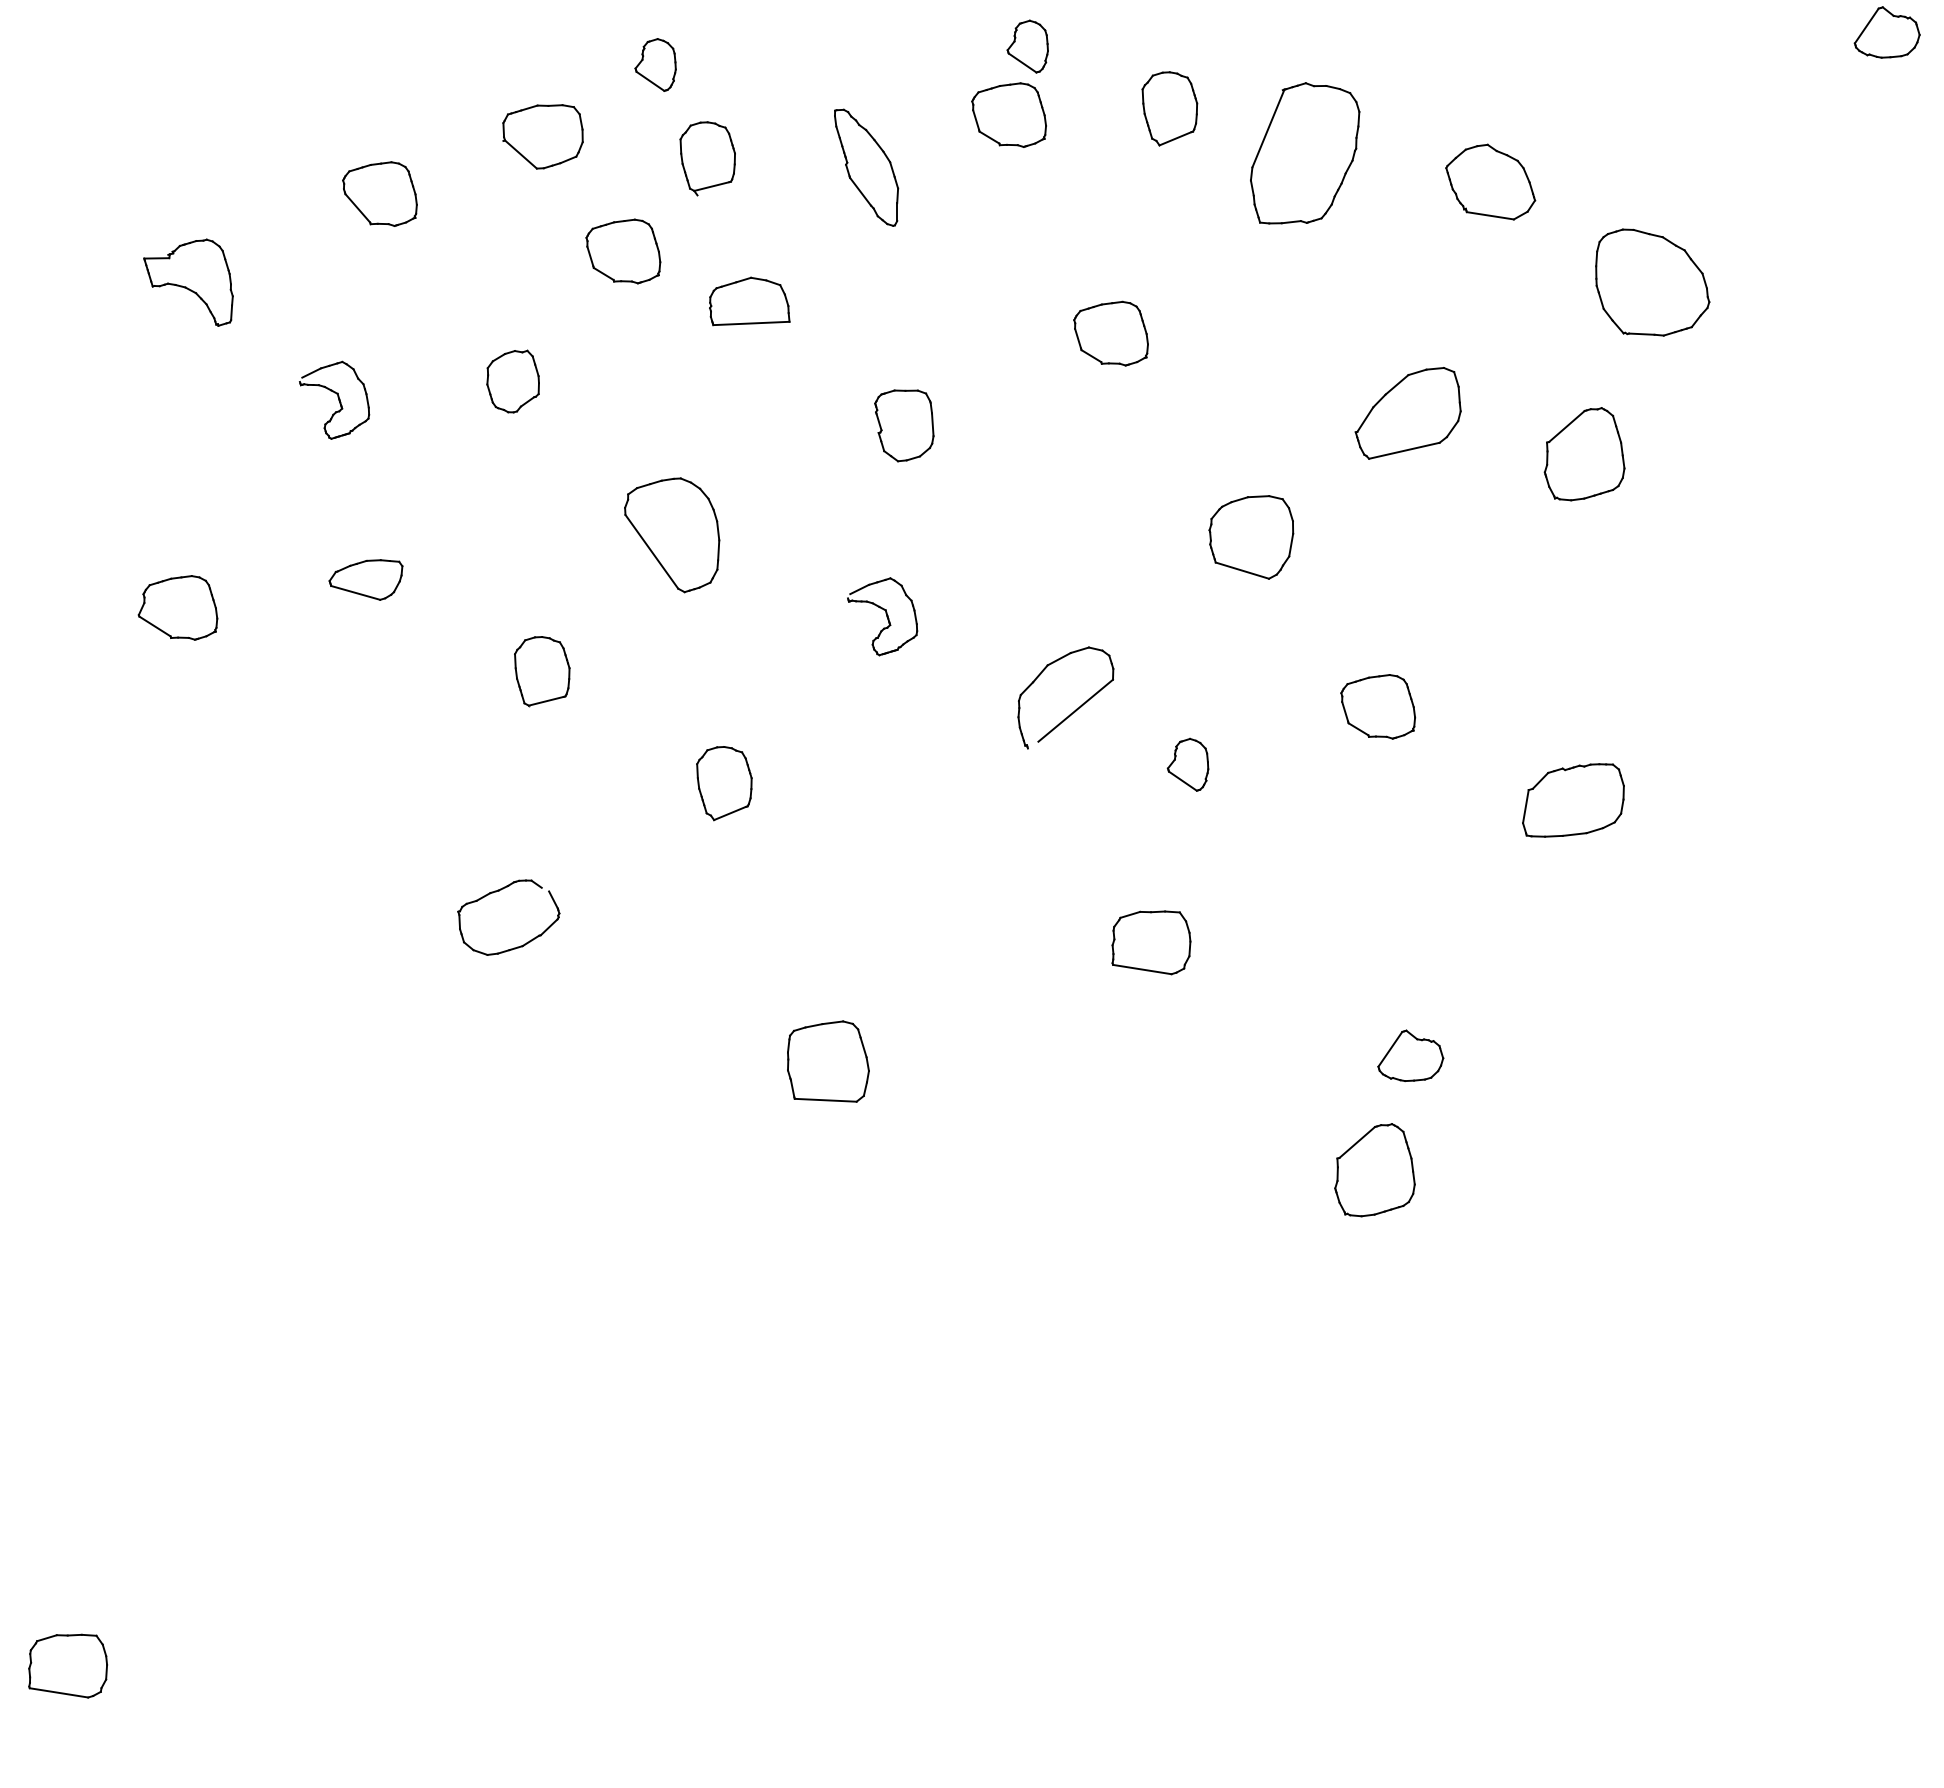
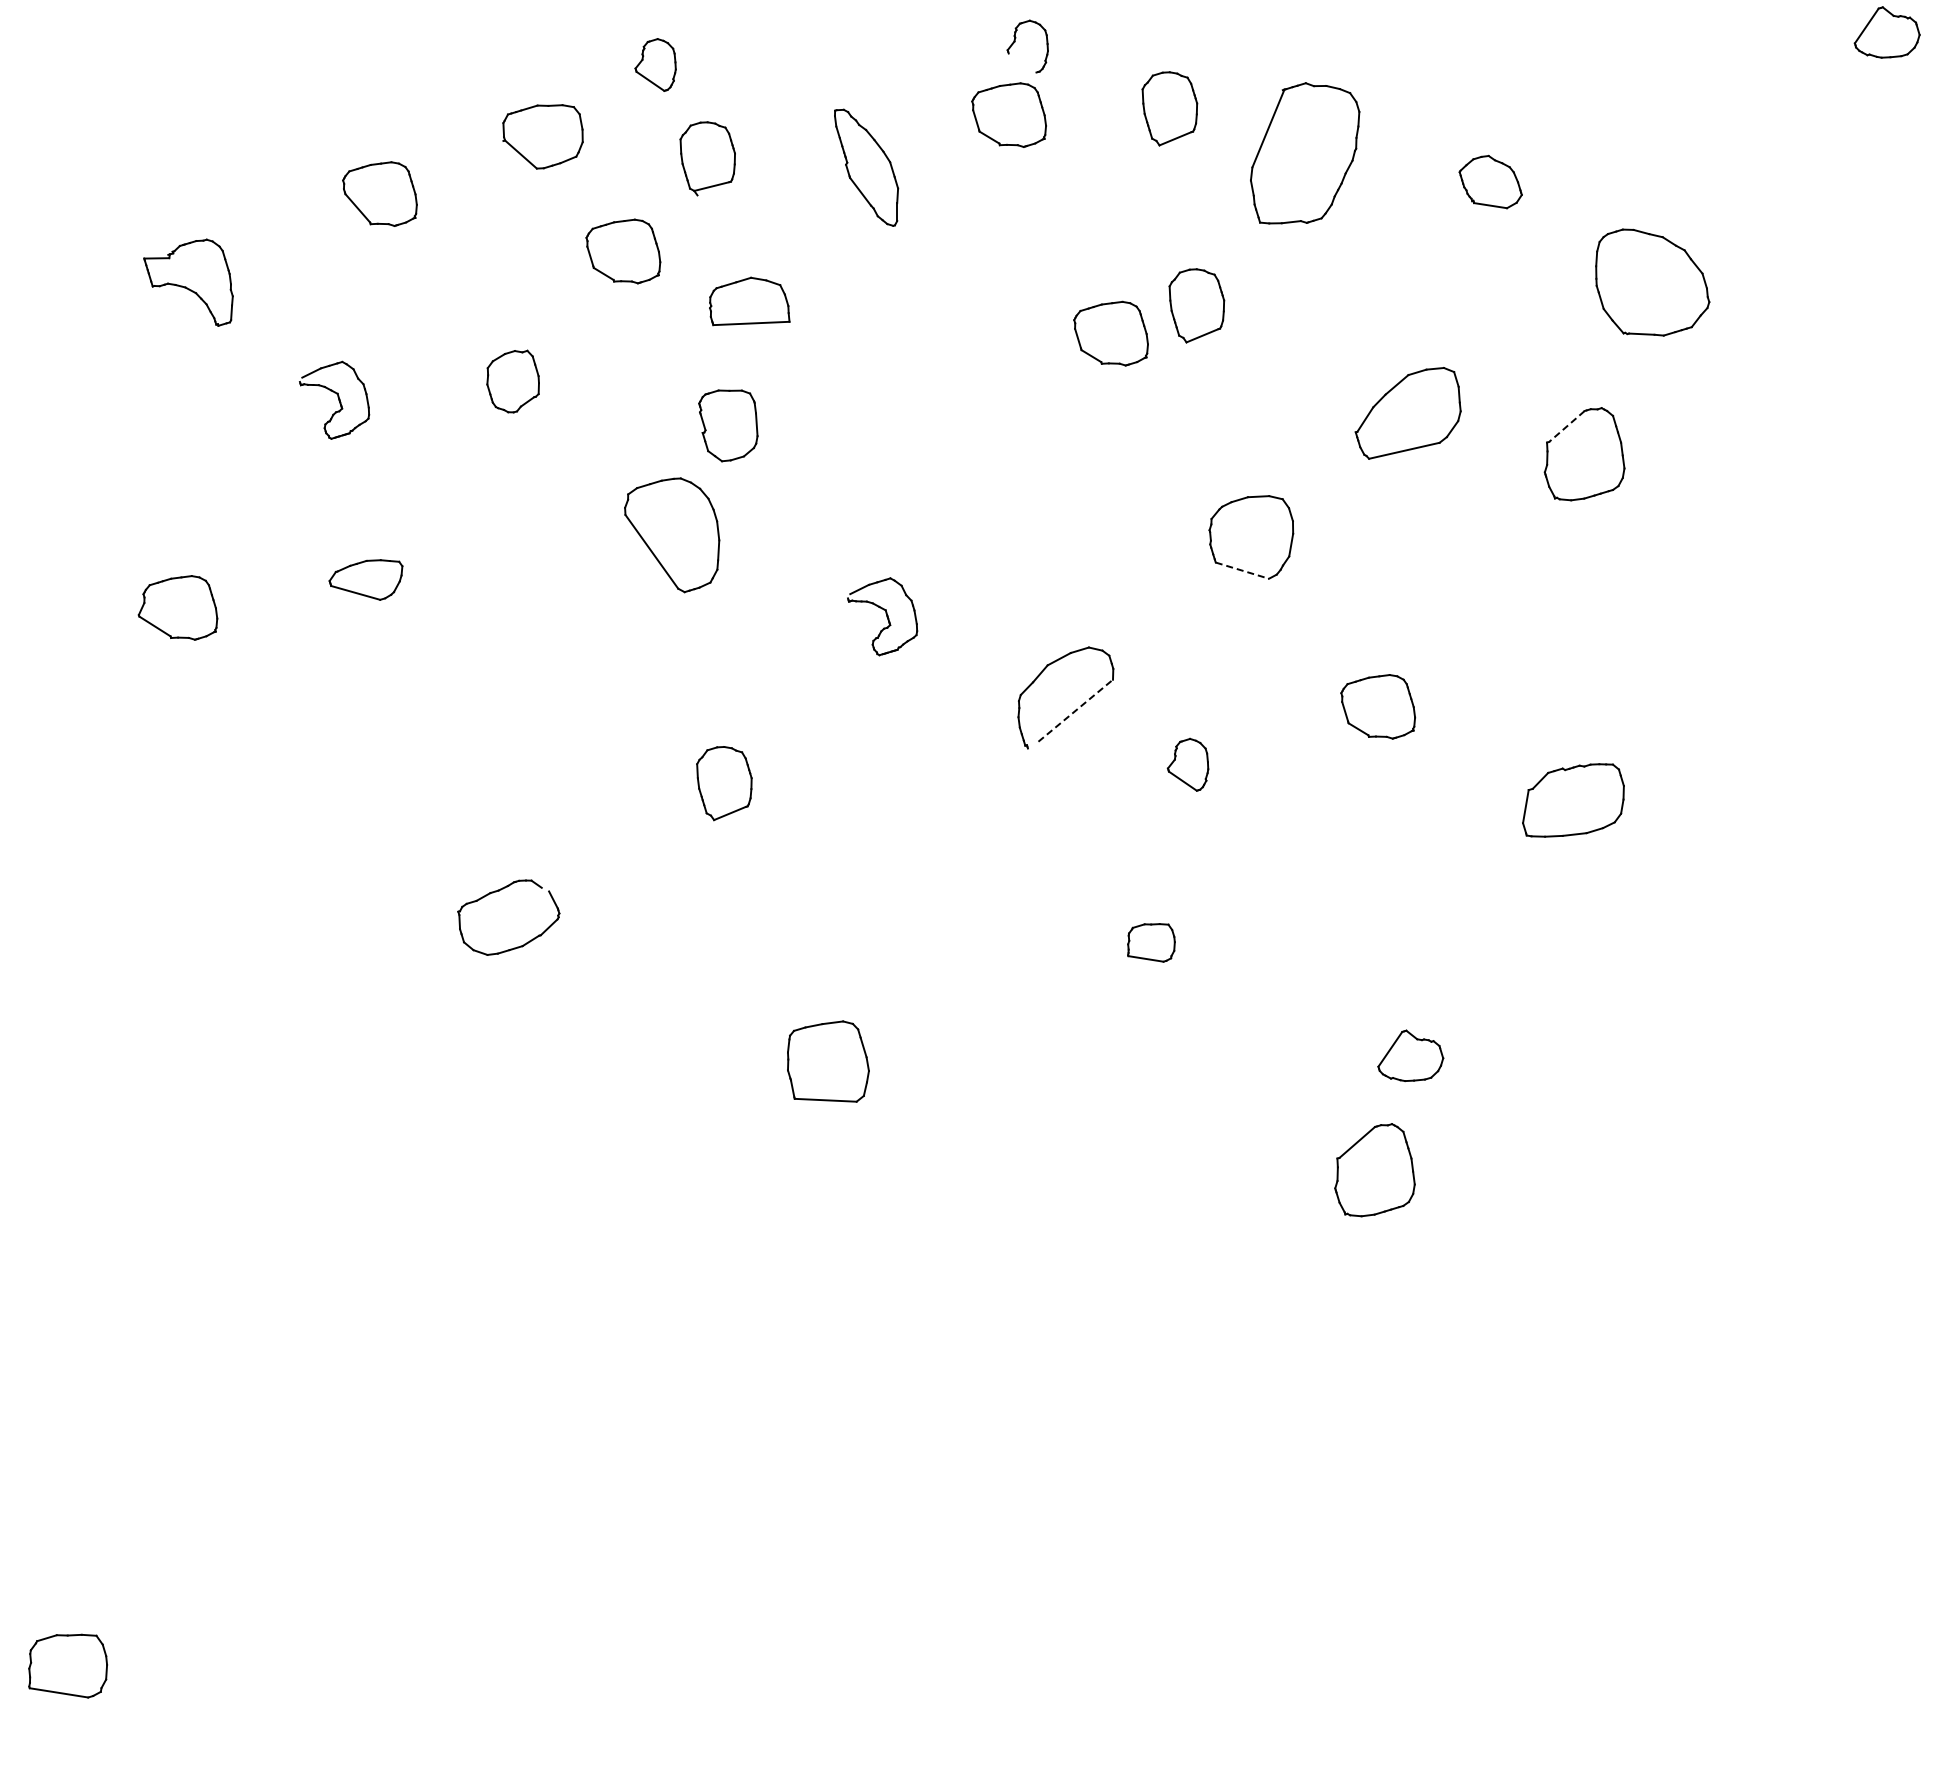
line at (1022, 62): present -> none
part at (1490, 181) size: 92x78 px -> 65x56 px
part at (1196, 305): none -> present
part at (904, 425) position: (904, 425) -> (728, 425)
line at (1566, 426): solid -> dashed
line at (1242, 570): solid -> dashed
part at (542, 671): present -> none
line at (1076, 710): solid -> dashed
part at (1151, 942) size: 81x66 px -> 49x40 px
